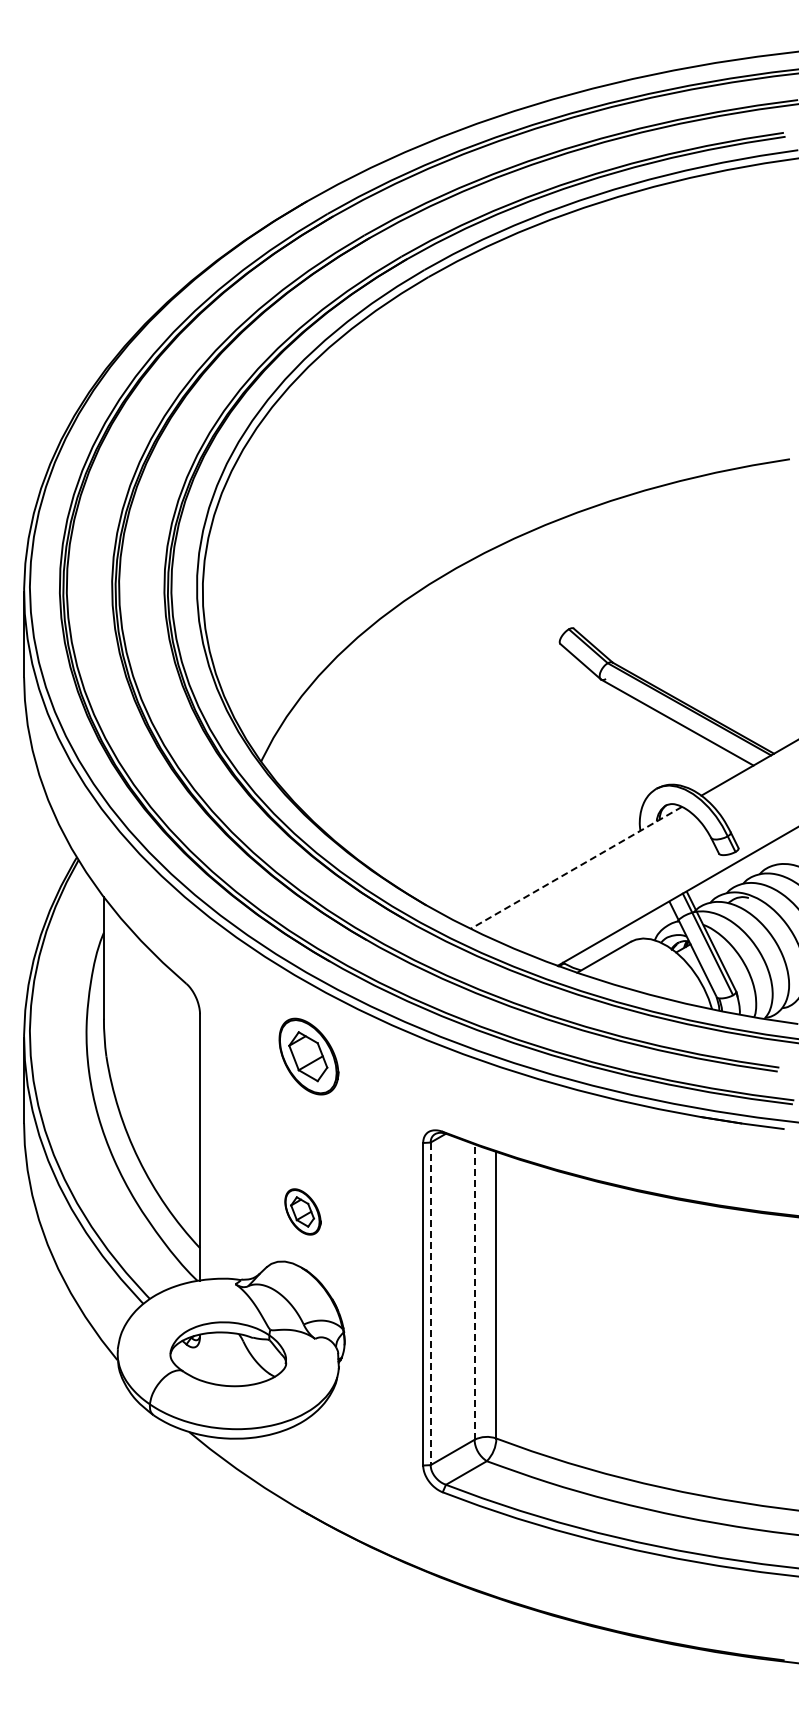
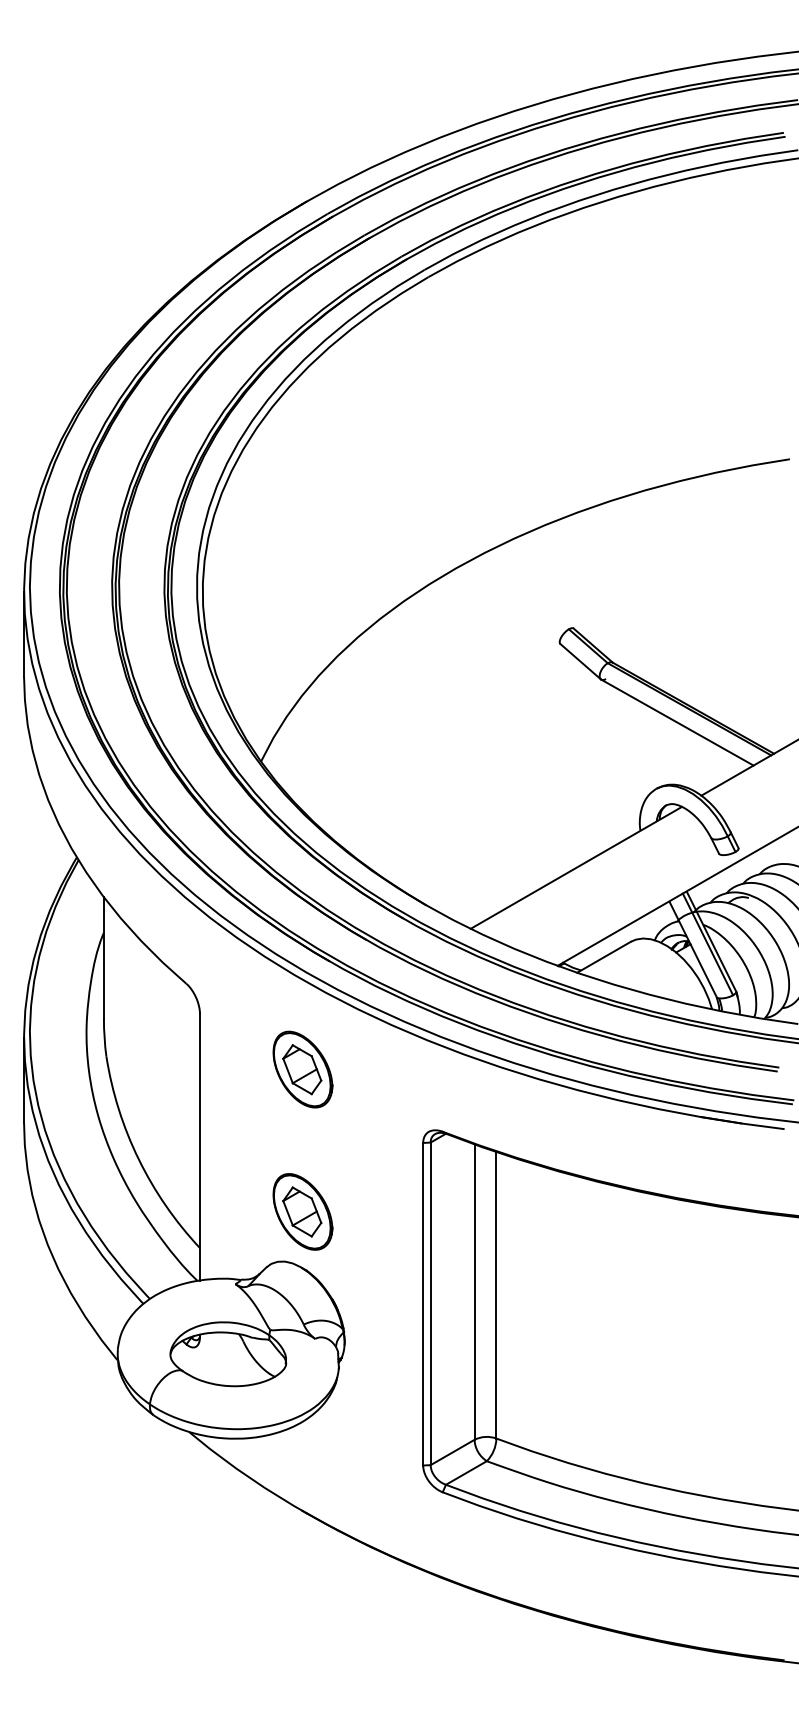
line at (576, 867): dashed -> solid
part at (308, 1056) position: (308, 1056) -> (302, 1069)
part at (302, 1211) size: 38x48 px -> 62x78 px
line at (474, 1292): dashed -> solid
line at (430, 1304): dashed -> solid
